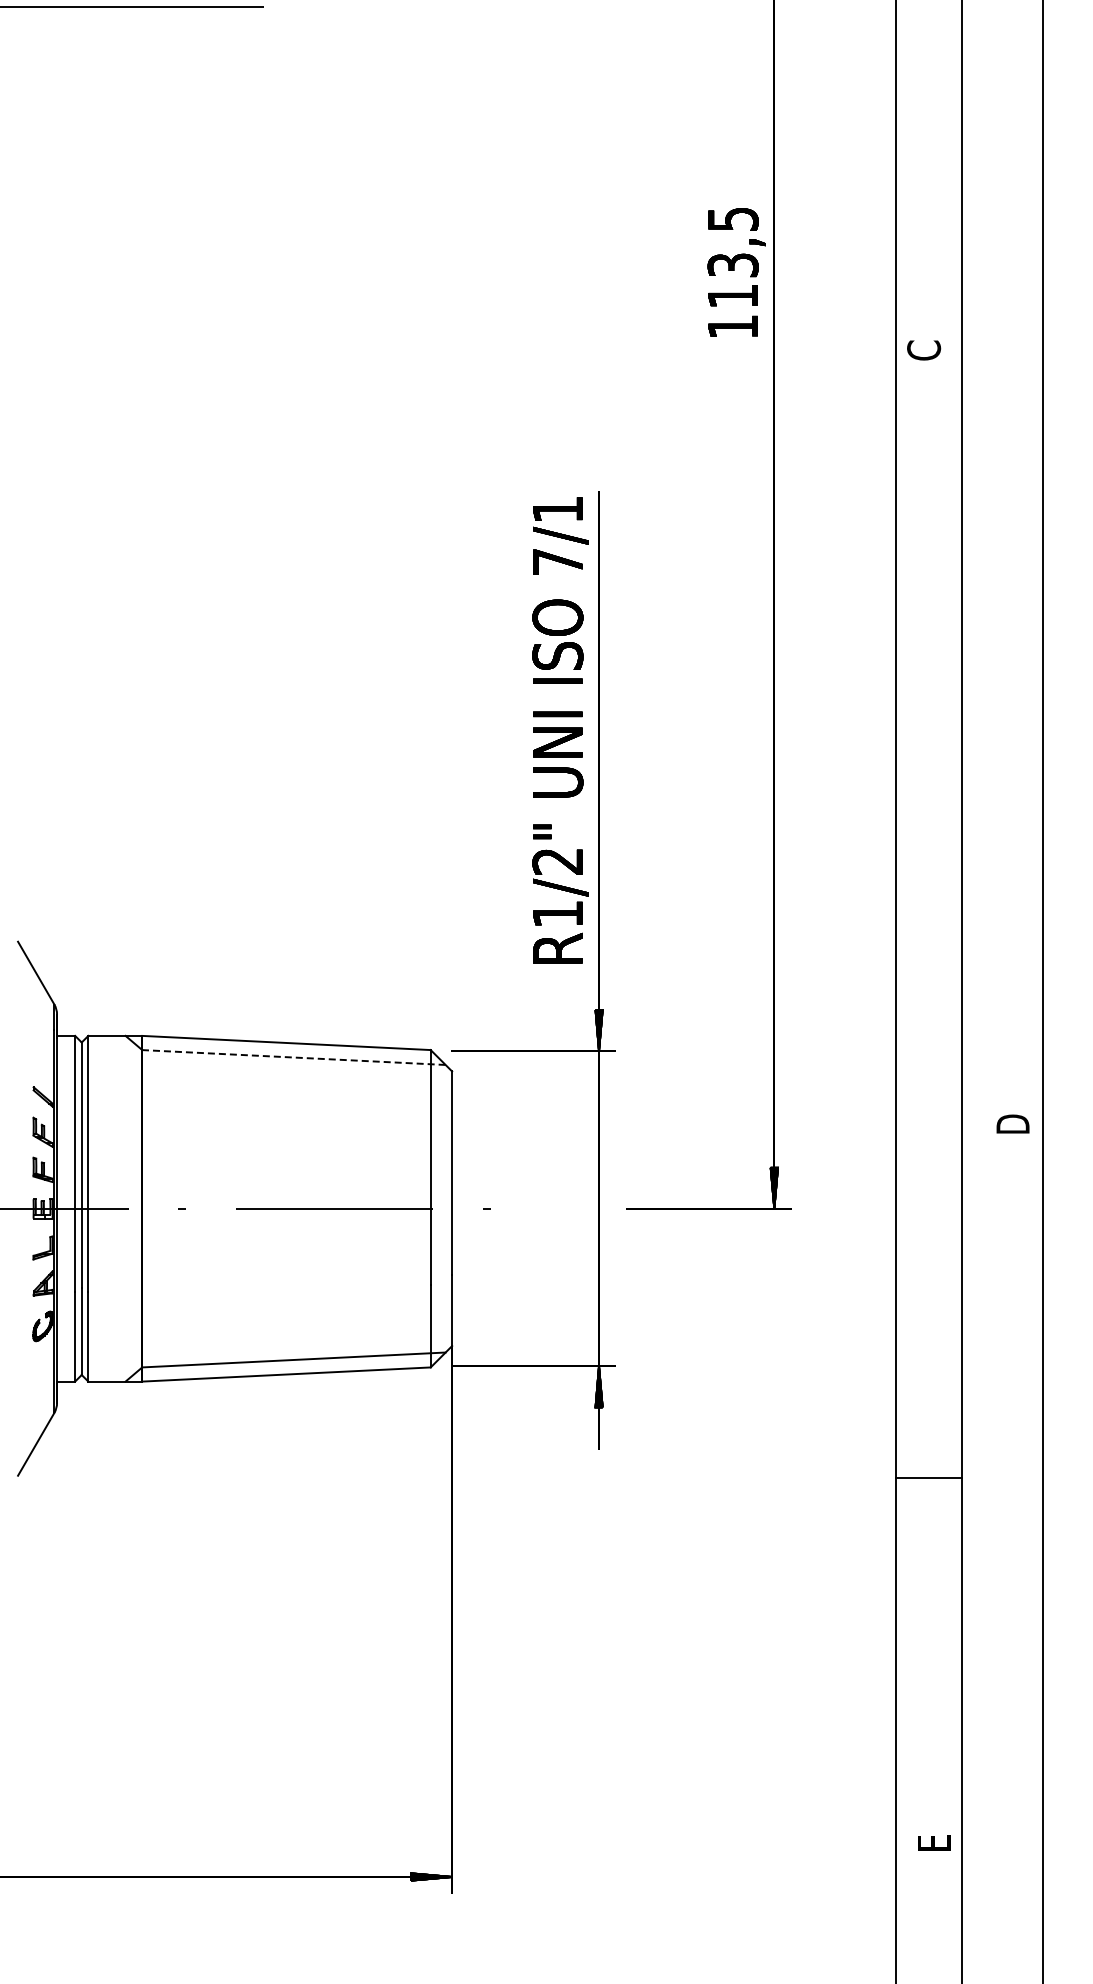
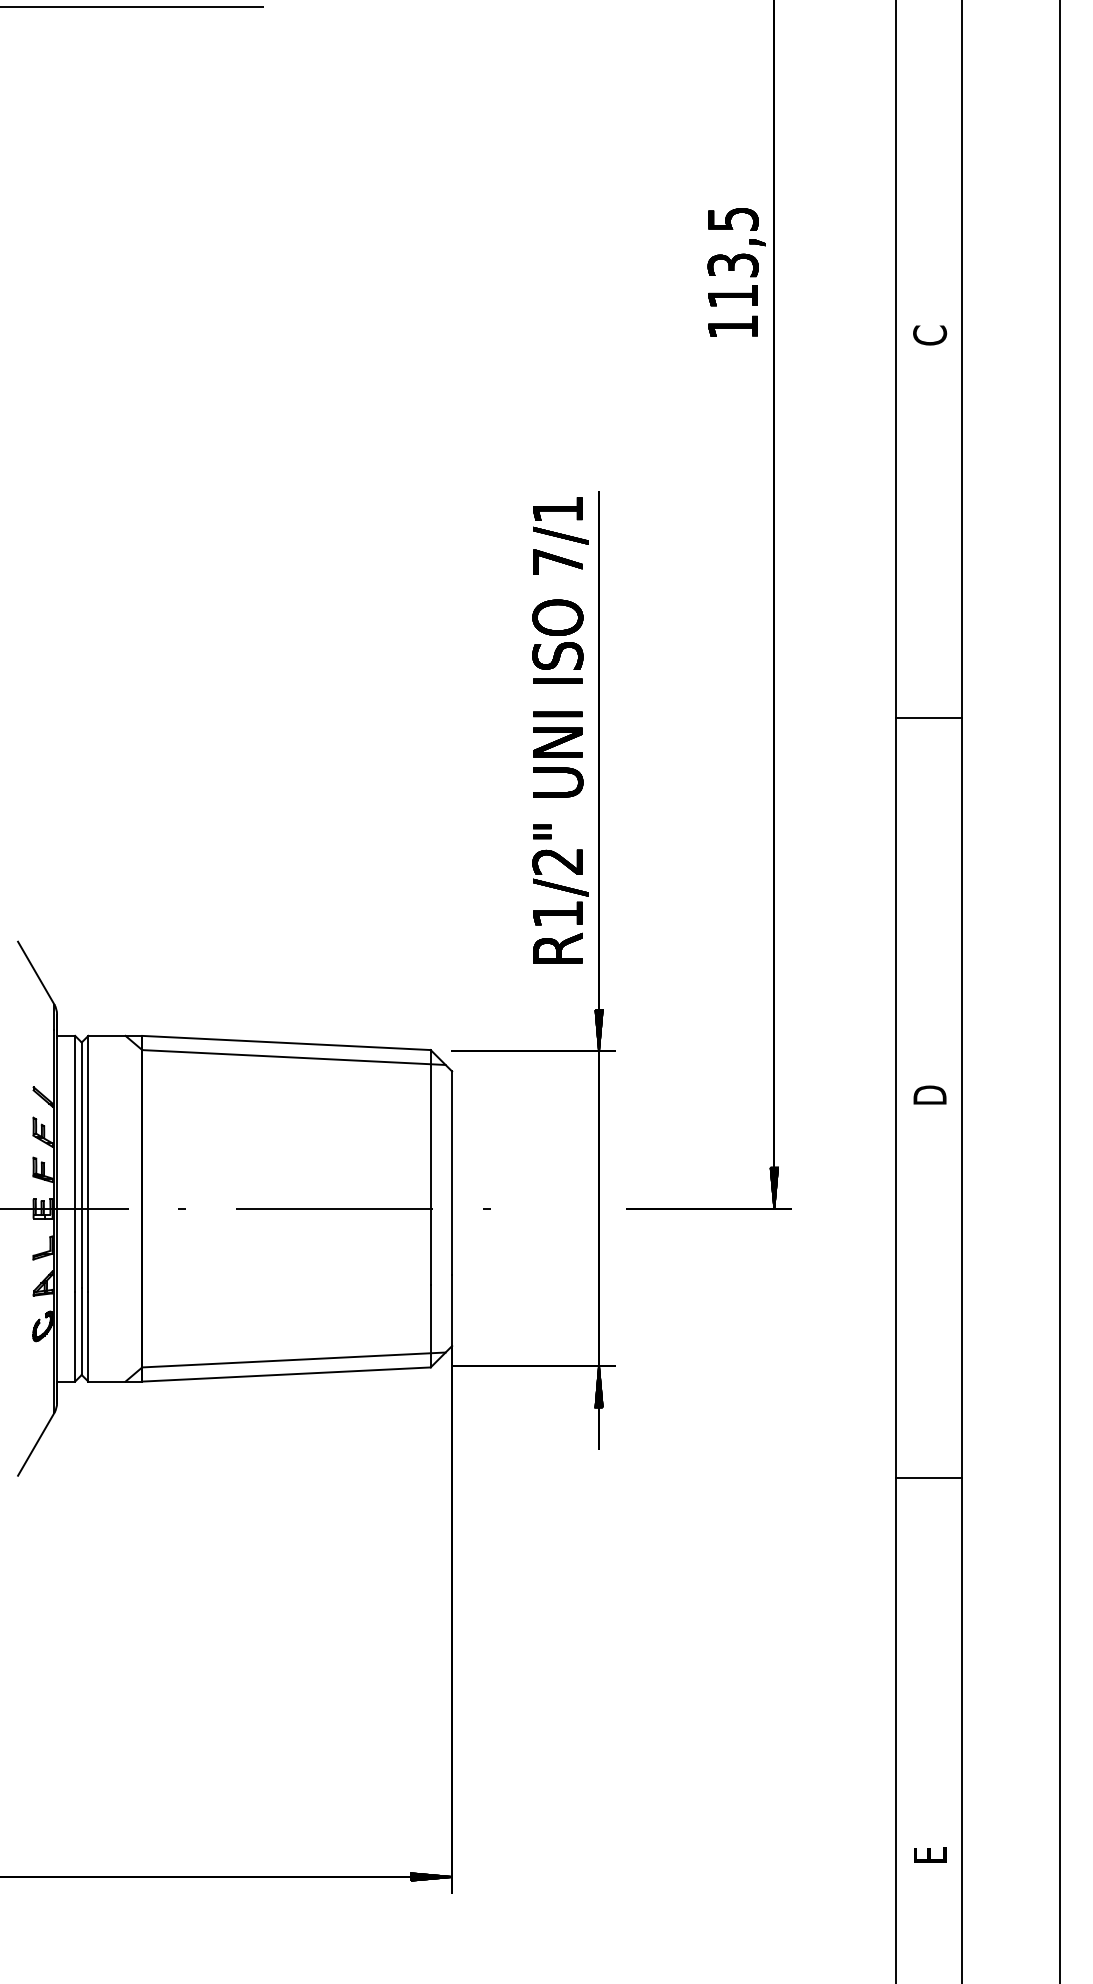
text at (924, 350) position: (924, 350) -> (930, 335)
line at (928, 718): none -> present
line at (1043, 991) position: (1043, 991) -> (1060, 991)
line at (293, 1057): dashed -> solid
text at (1012, 1123) position: (1012, 1123) -> (929, 1094)
text at (934, 1842) position: (934, 1842) -> (930, 1854)
